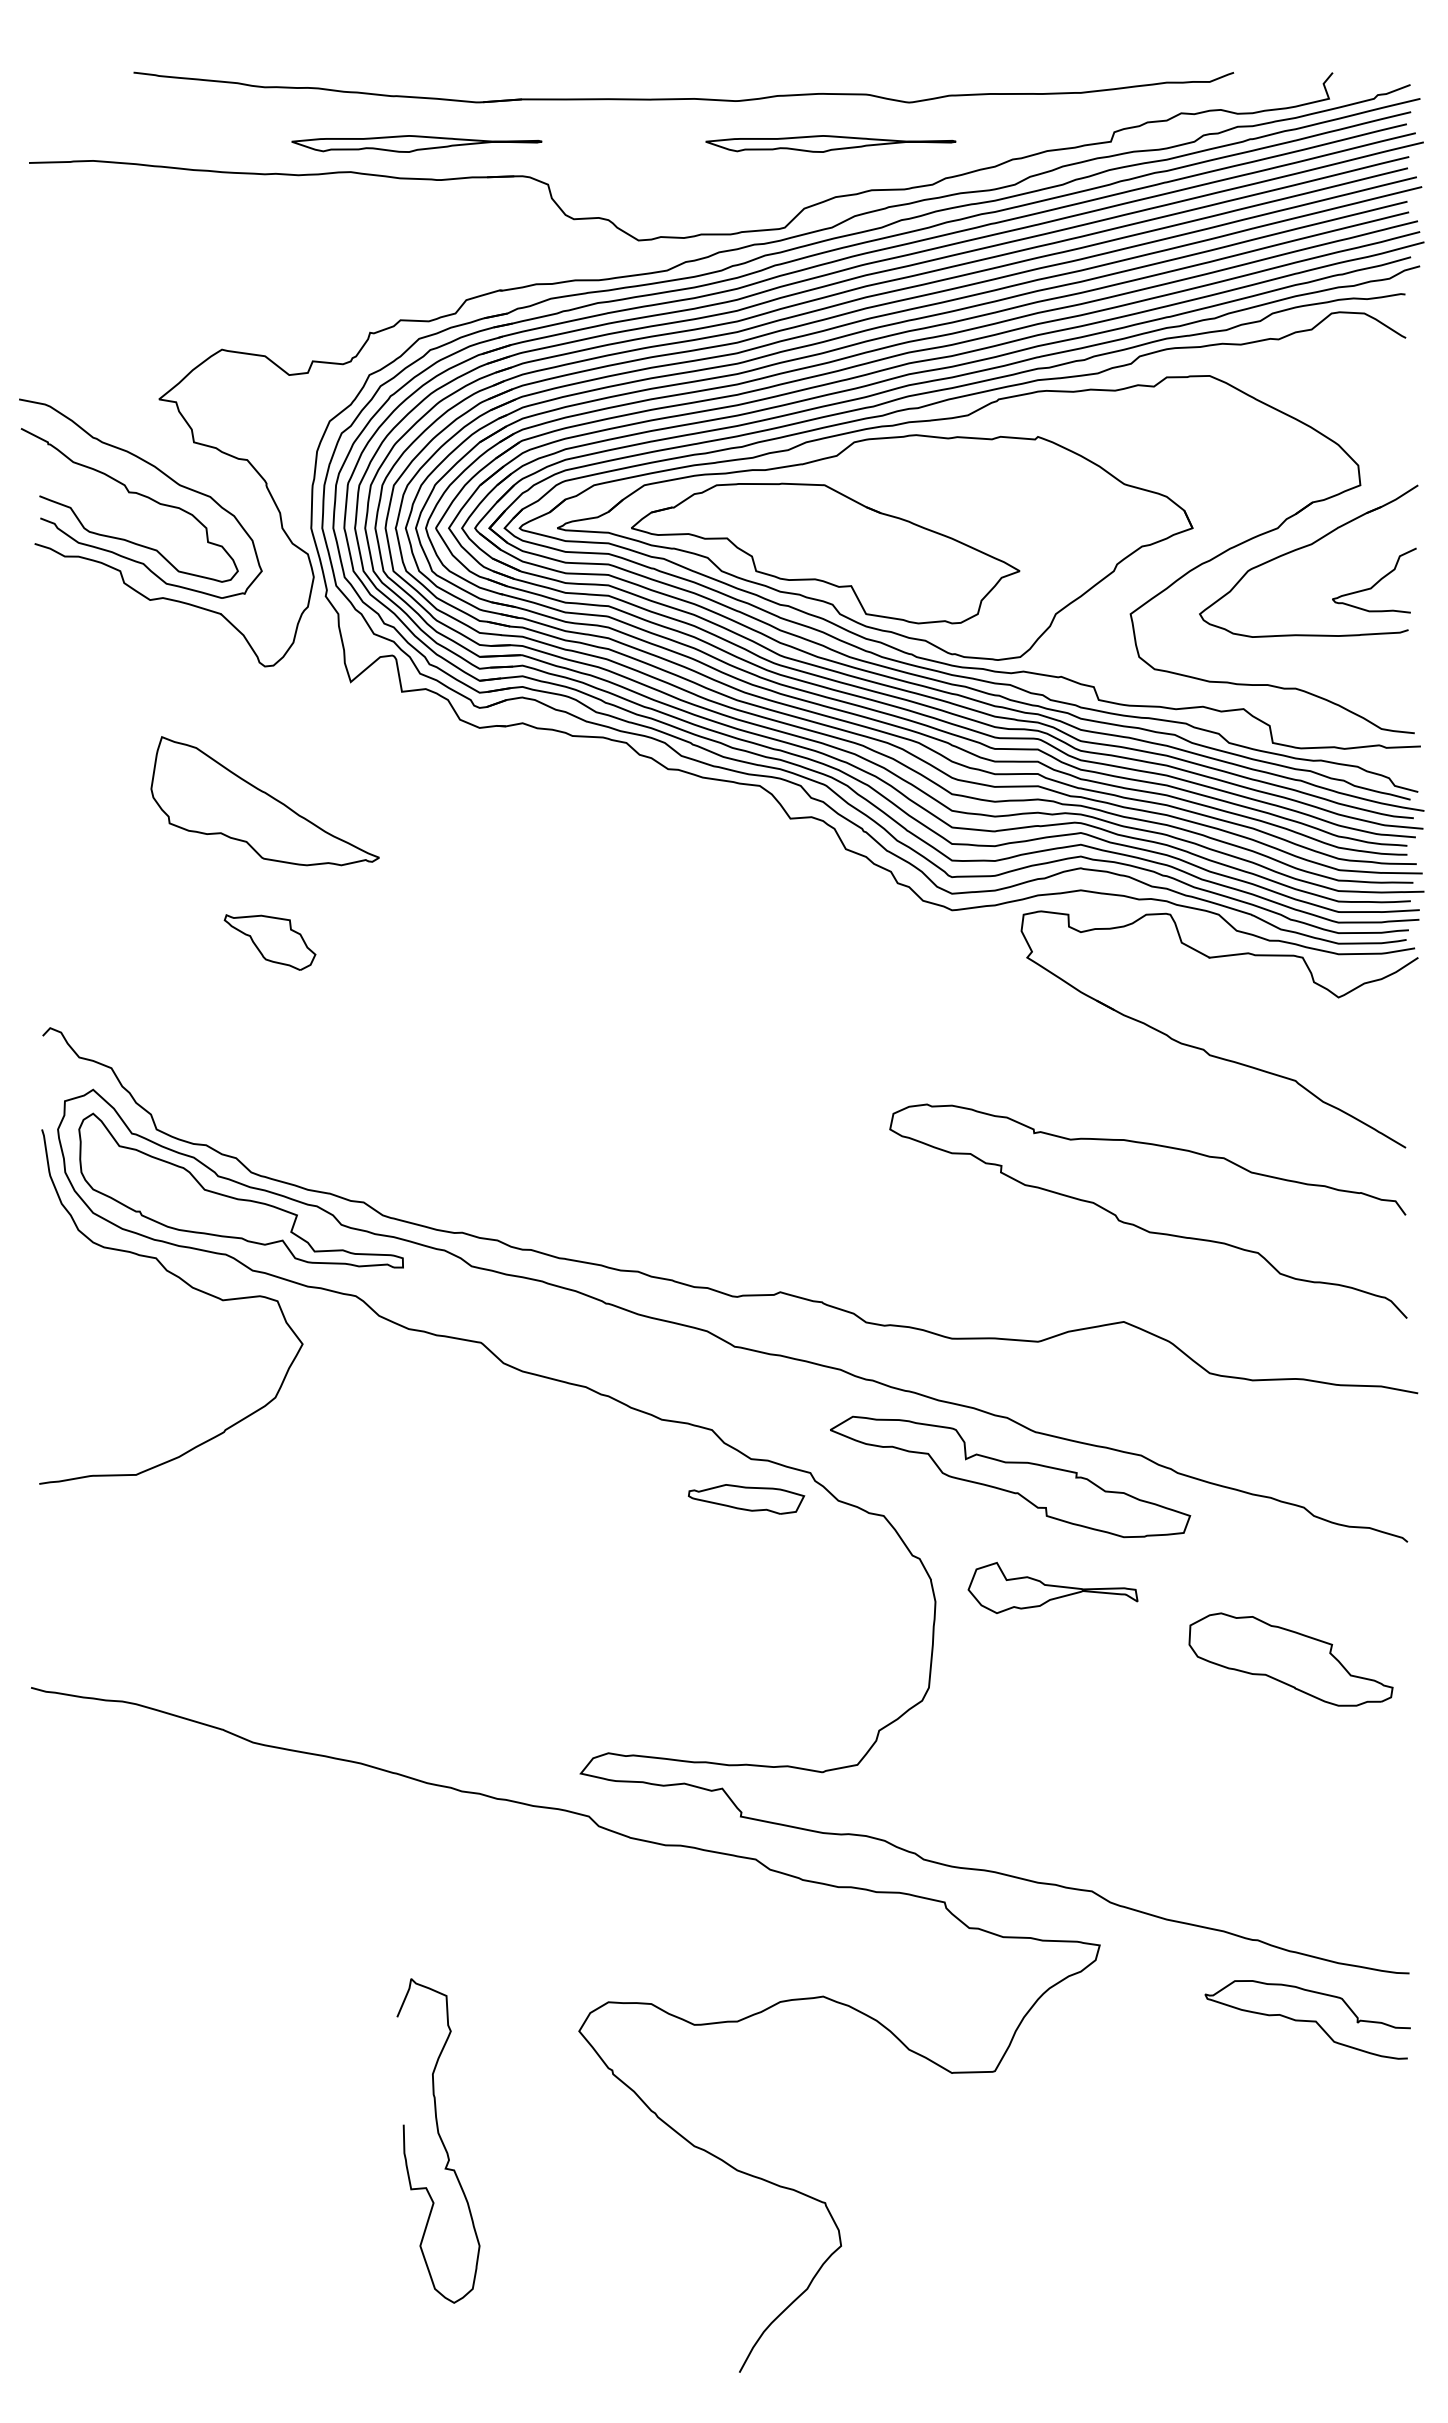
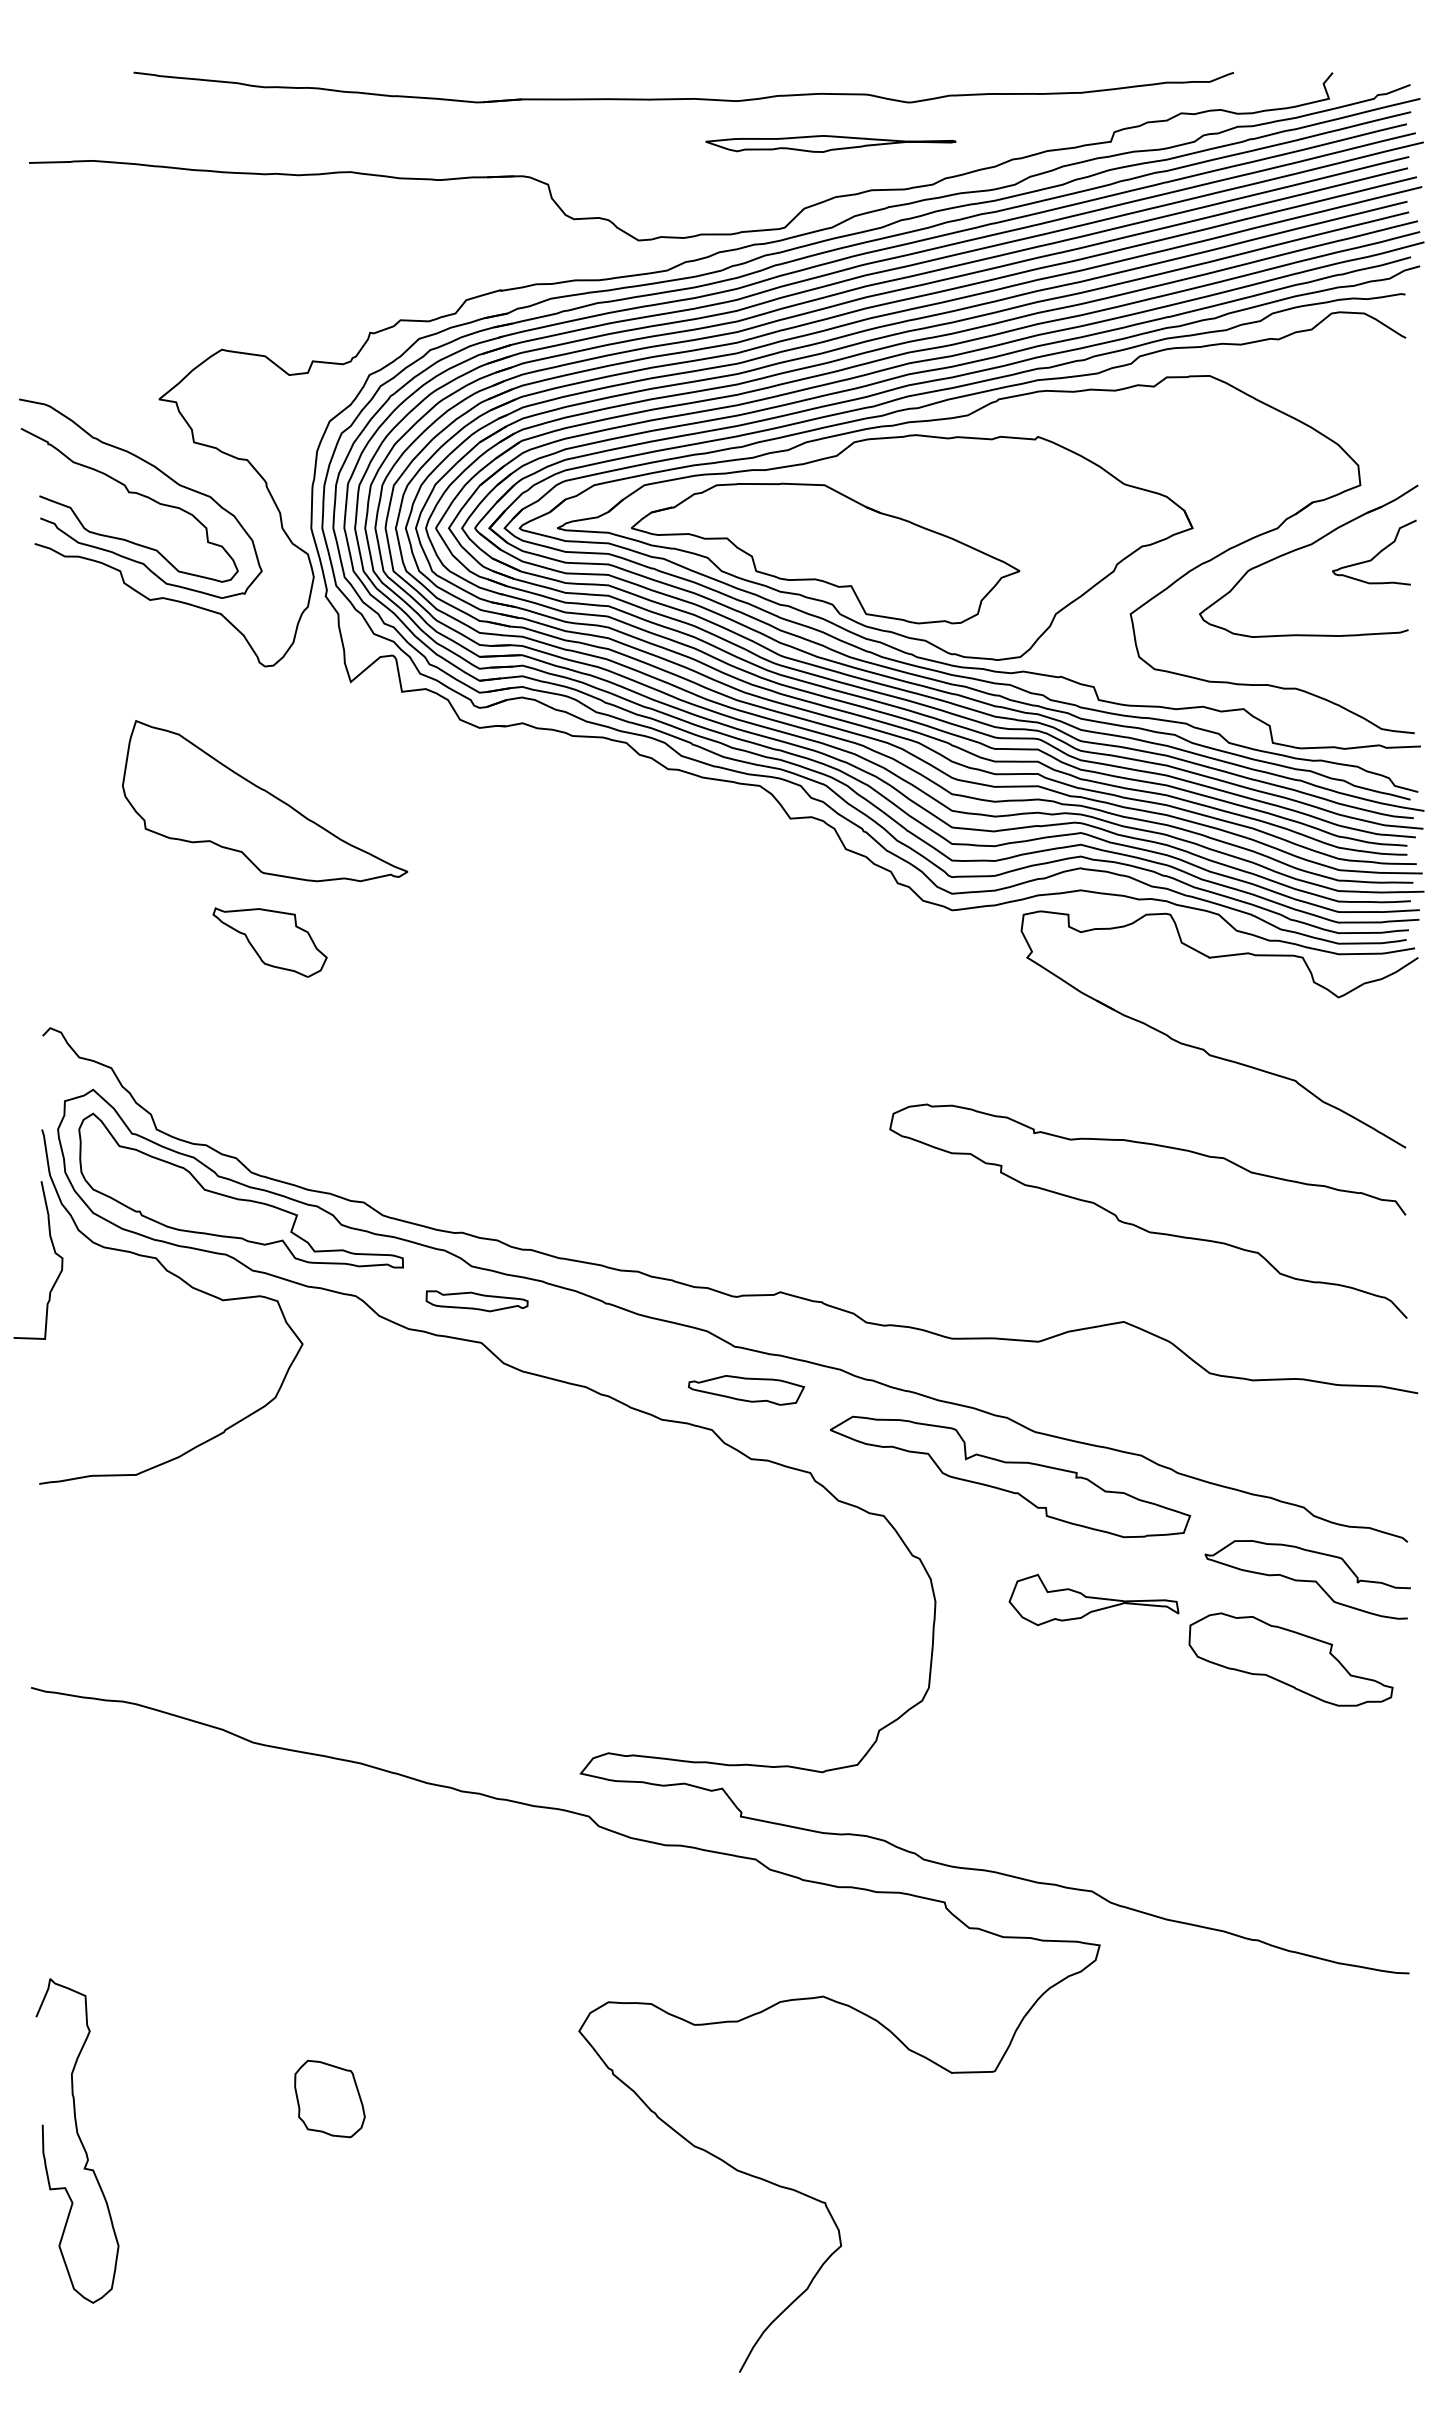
part at (416, 143): present -> none
curve at (1376, 582) position: (1376, 582) -> (1376, 554)
part at (264, 801) size: 230x131 px -> 287x163 px
part at (269, 942) size: 94x57 px -> 116x71 px
curve at (54, 1253): none -> present
part at (476, 1301): none -> present
part at (746, 1499) position: (746, 1499) -> (746, 1390)
part at (1052, 1587) position: (1052, 1587) -> (1093, 1599)
curve at (1307, 2020) position: (1307, 2020) -> (1307, 1580)
part at (329, 2099): none -> present
curve at (440, 2140) position: (440, 2140) -> (79, 2140)
